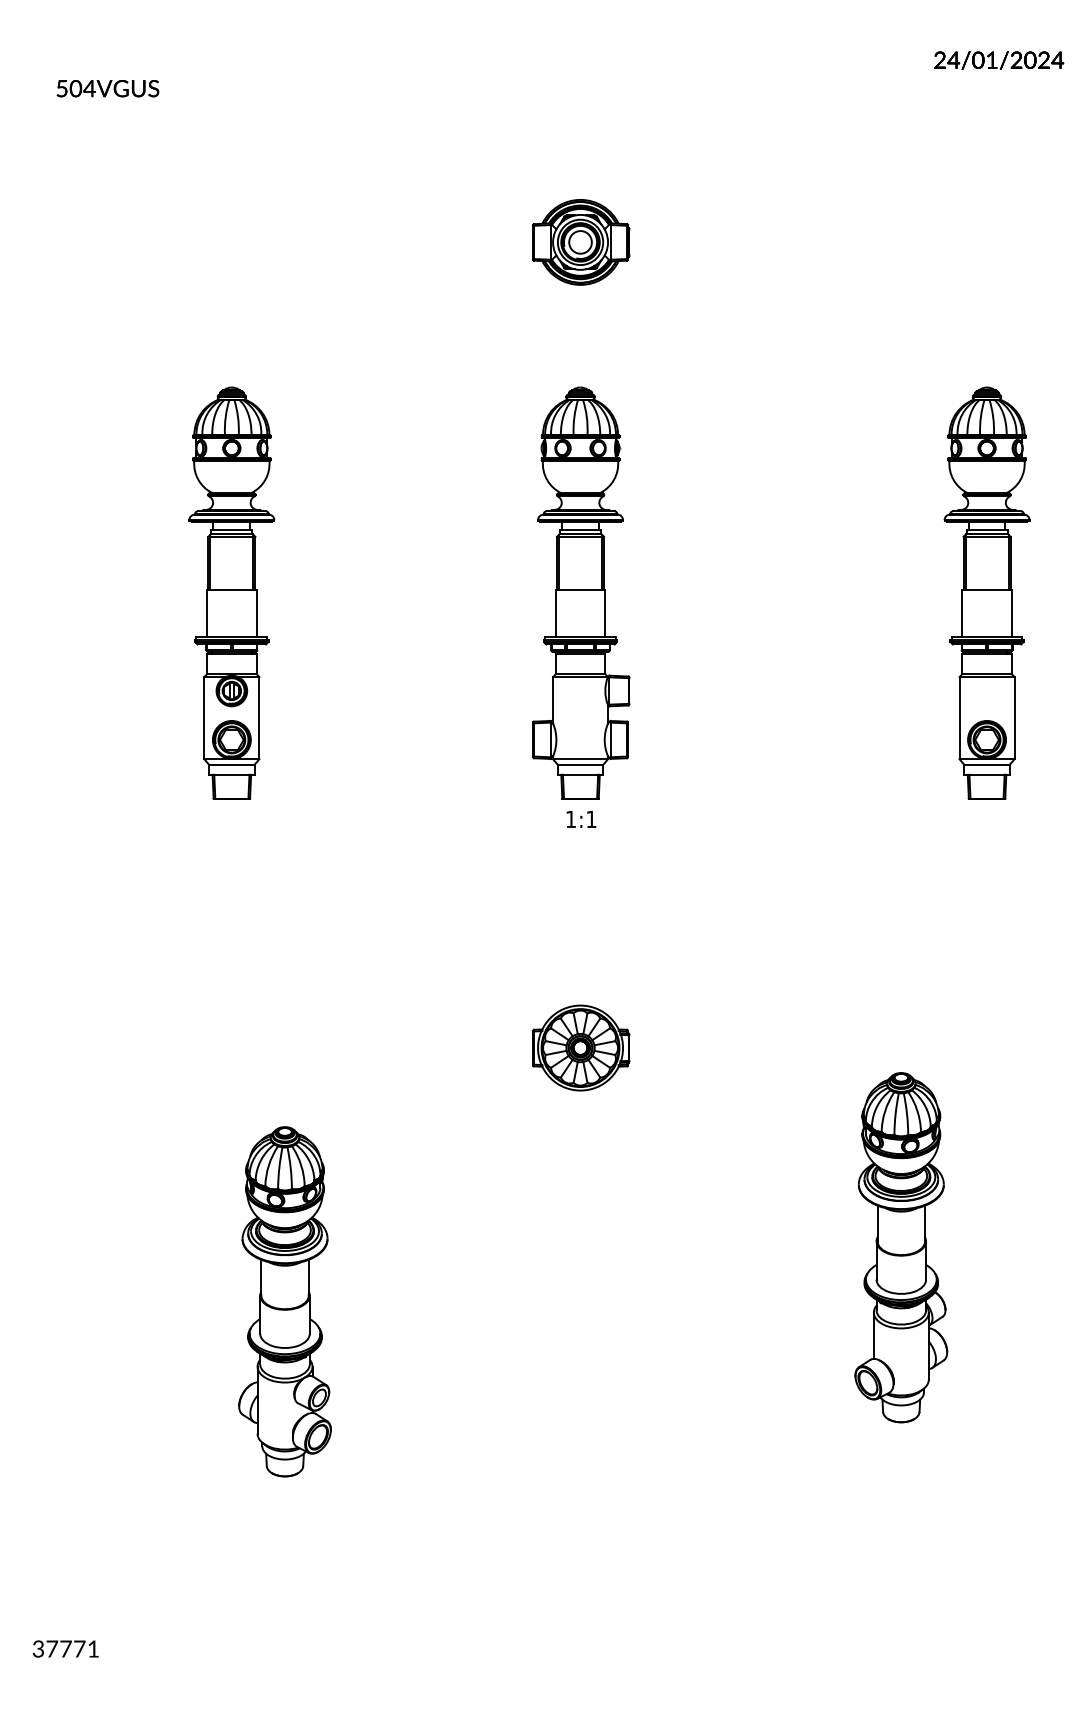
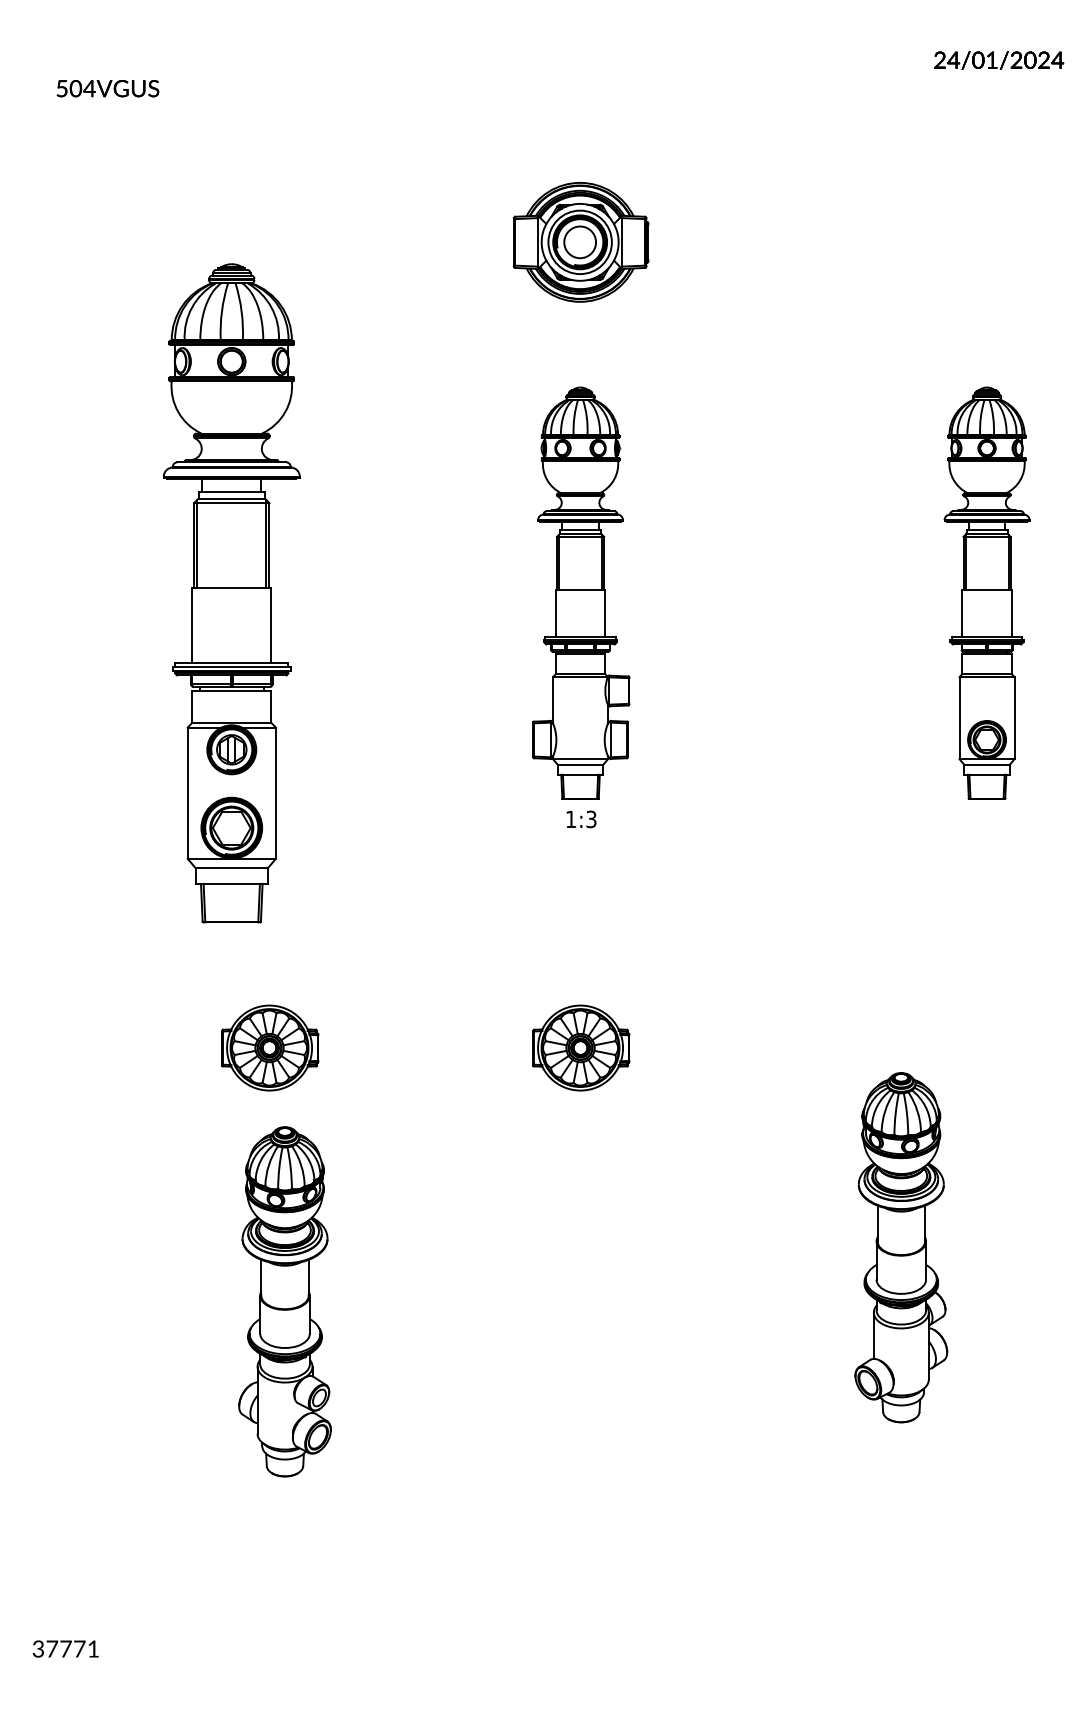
part at (581, 242) size: 99x87 px -> 138x121 px
part at (231, 592) size: 88x414 px -> 138x661 px
text at (591, 819): 1:1 -> 1:3
part at (270, 1047): none -> present
